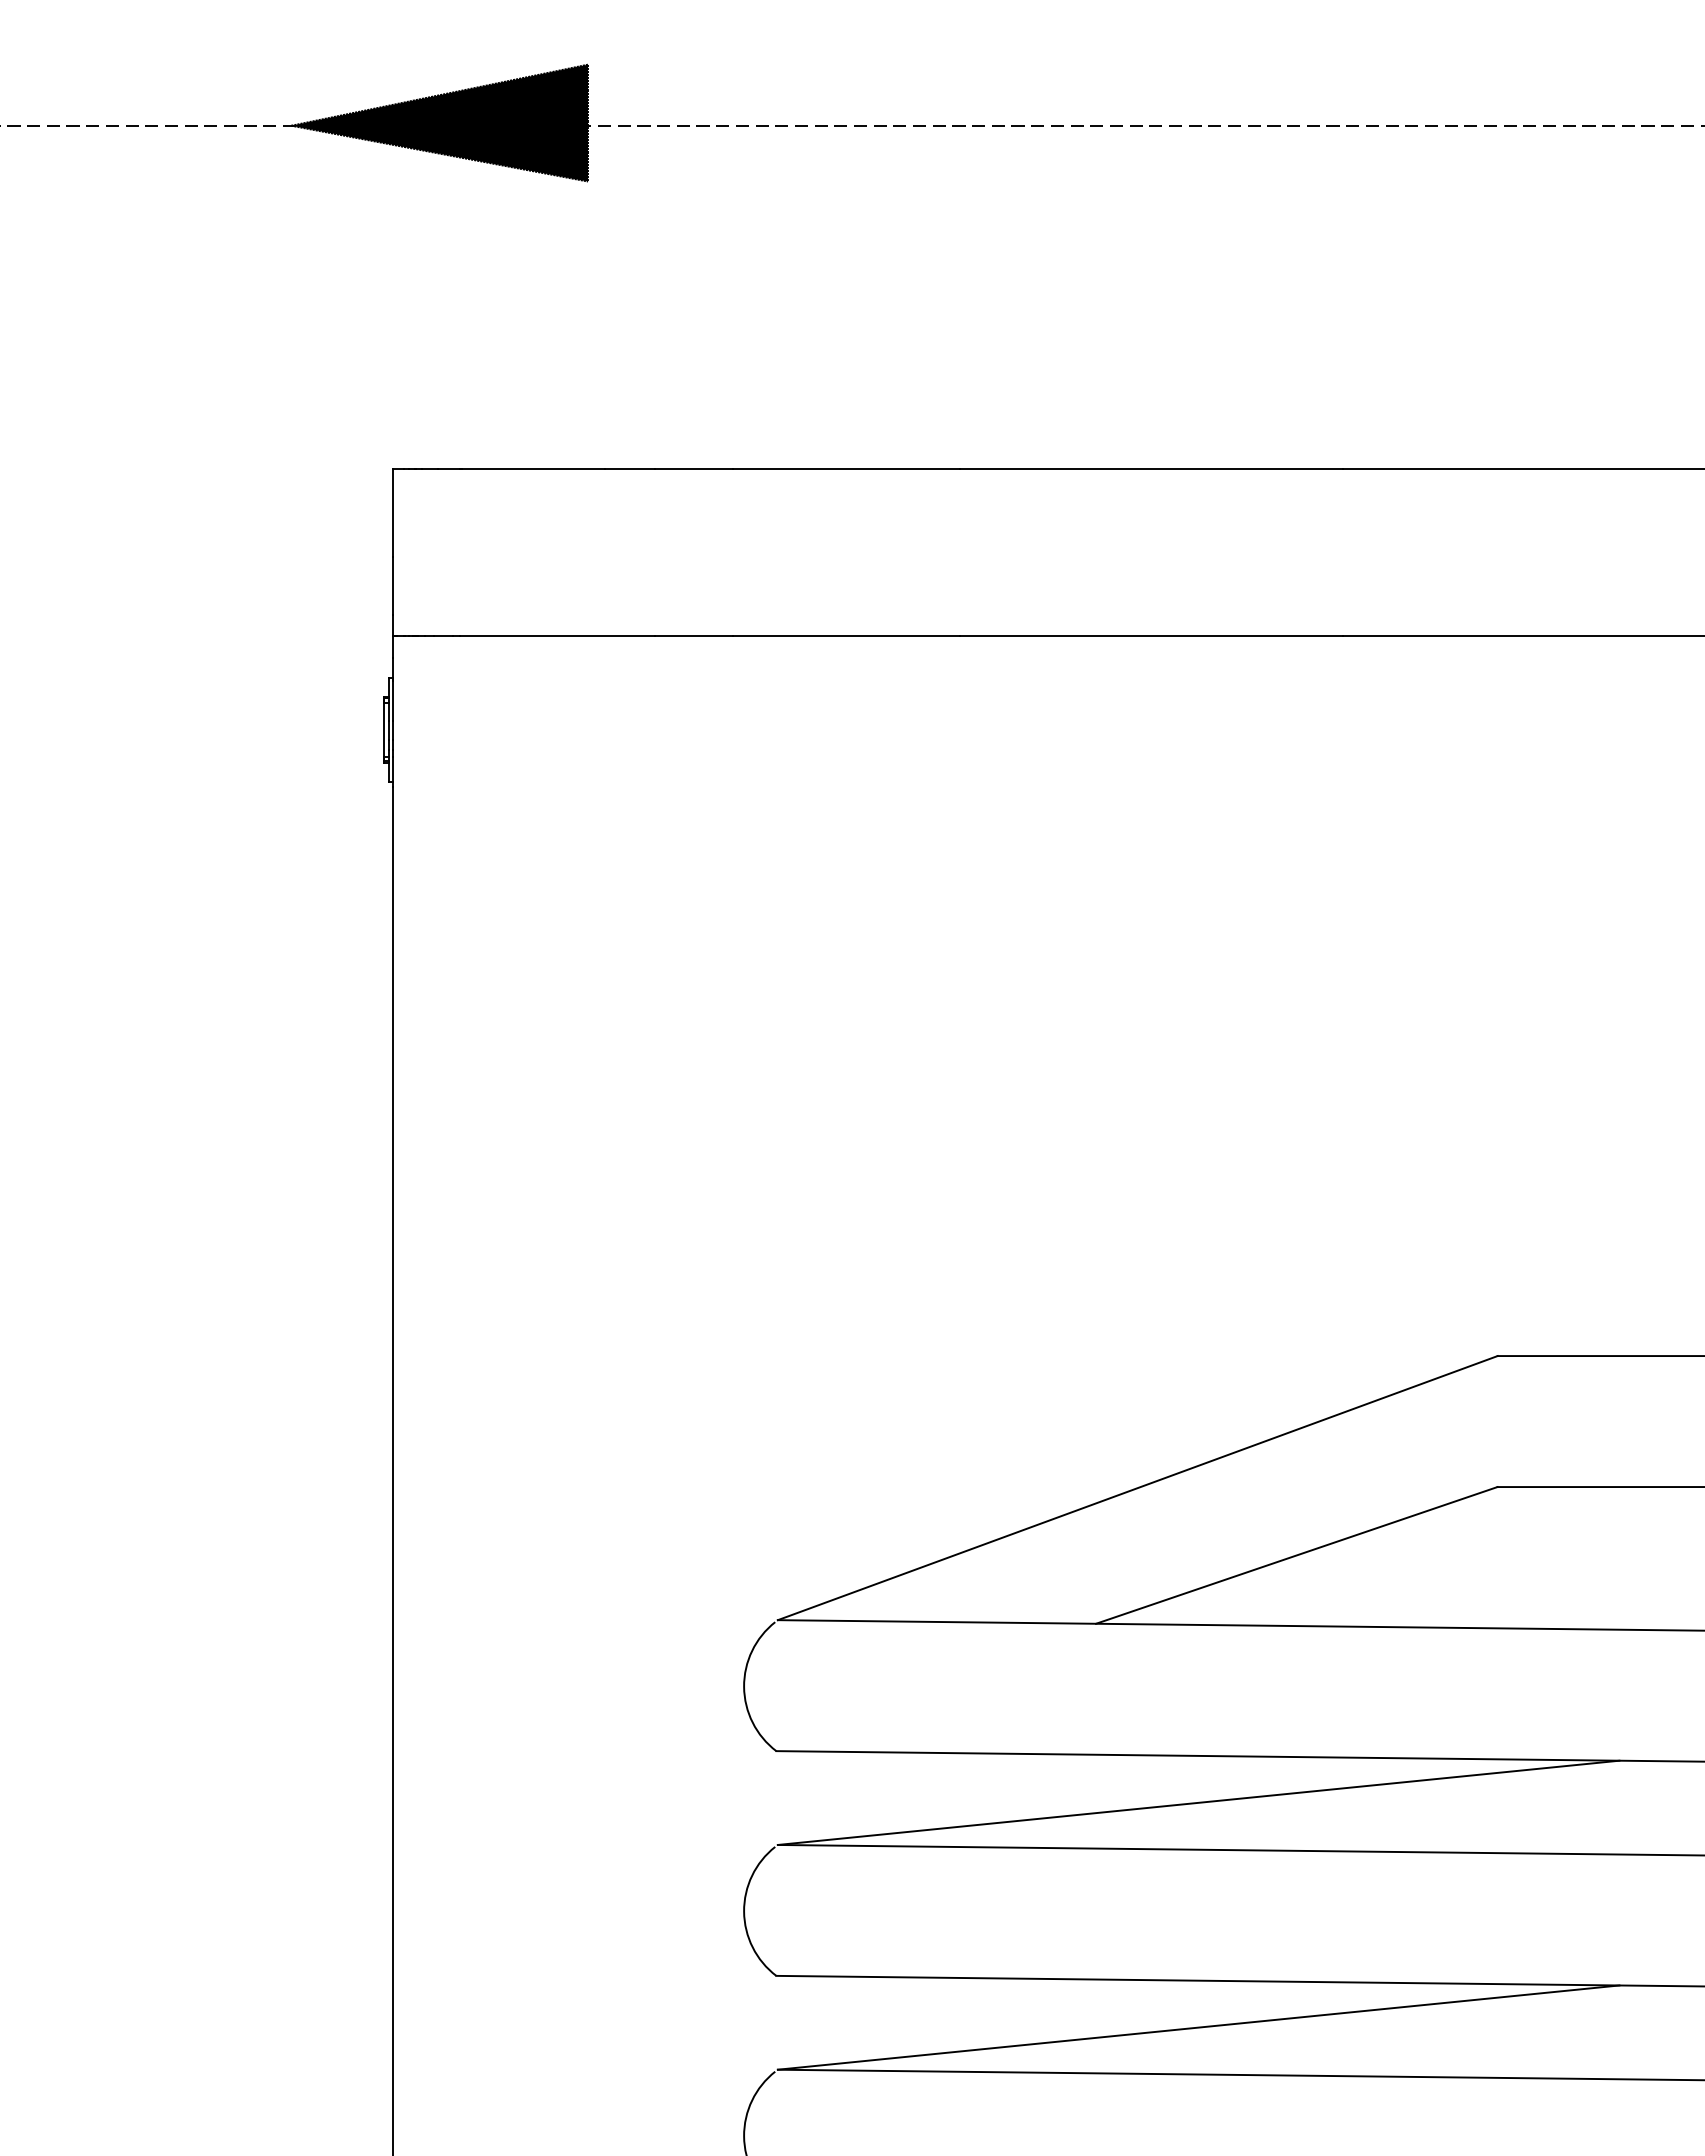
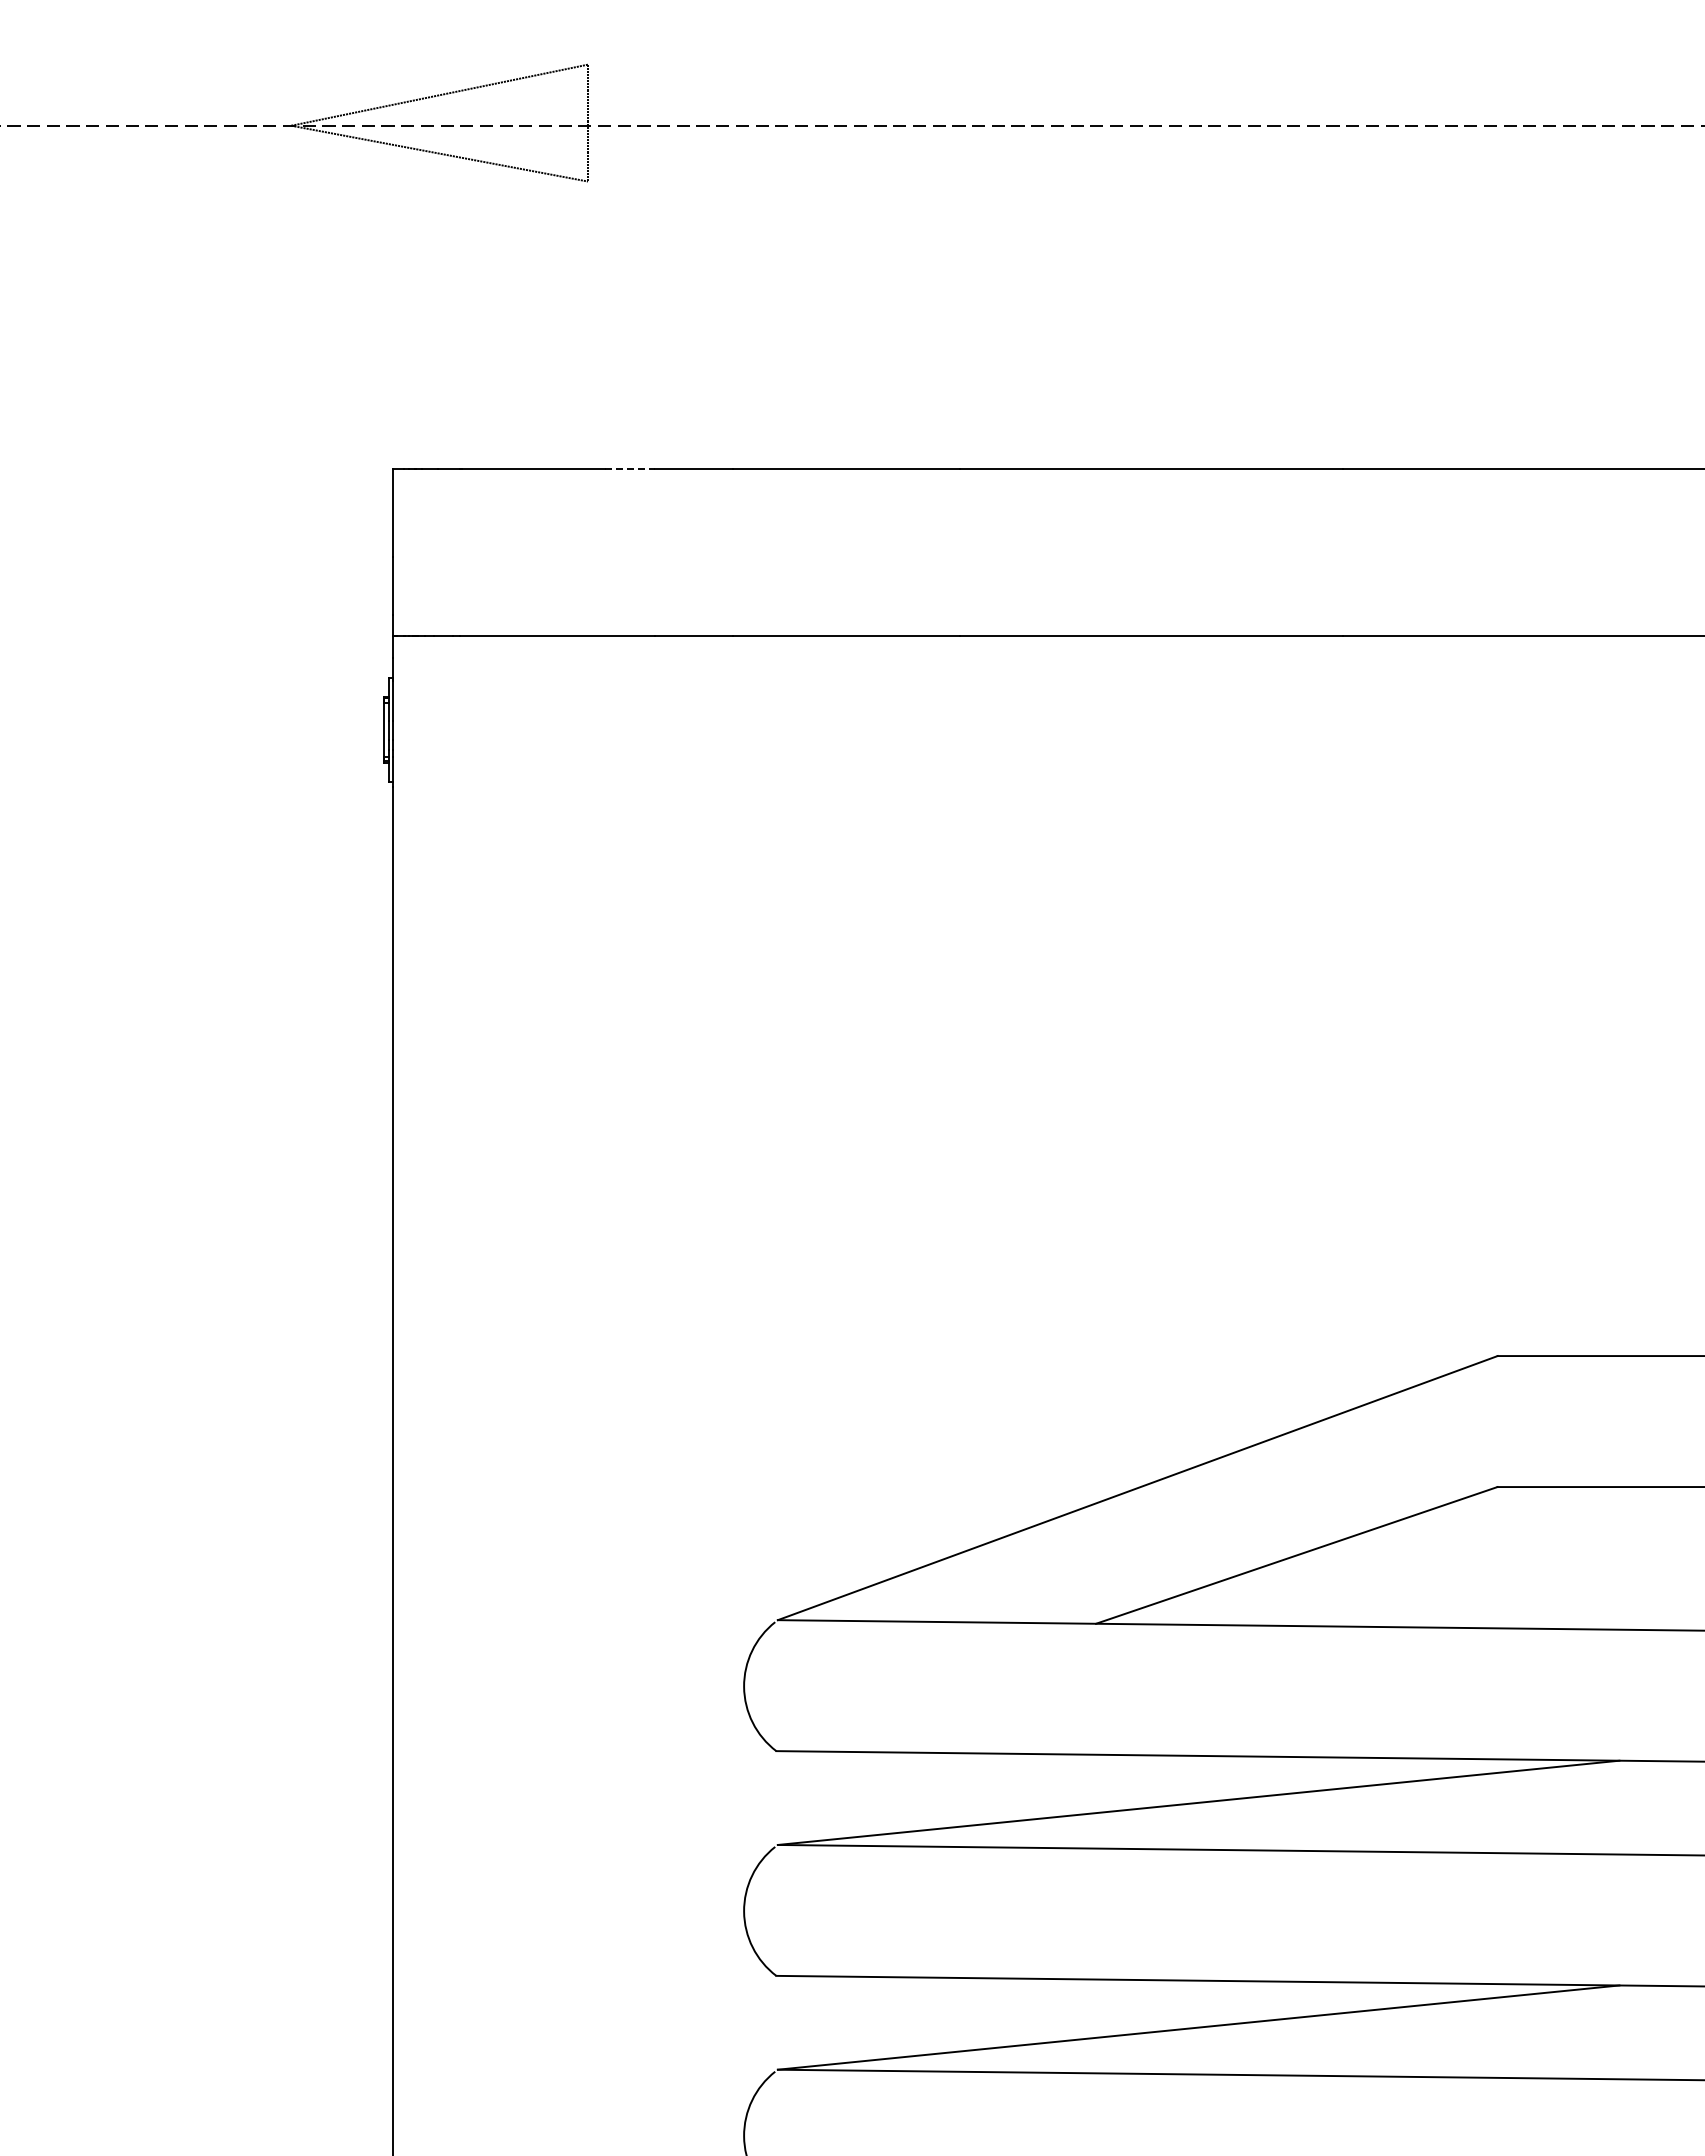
fill at (439, 122): present -> none
line at (630, 469): solid -> dashed
